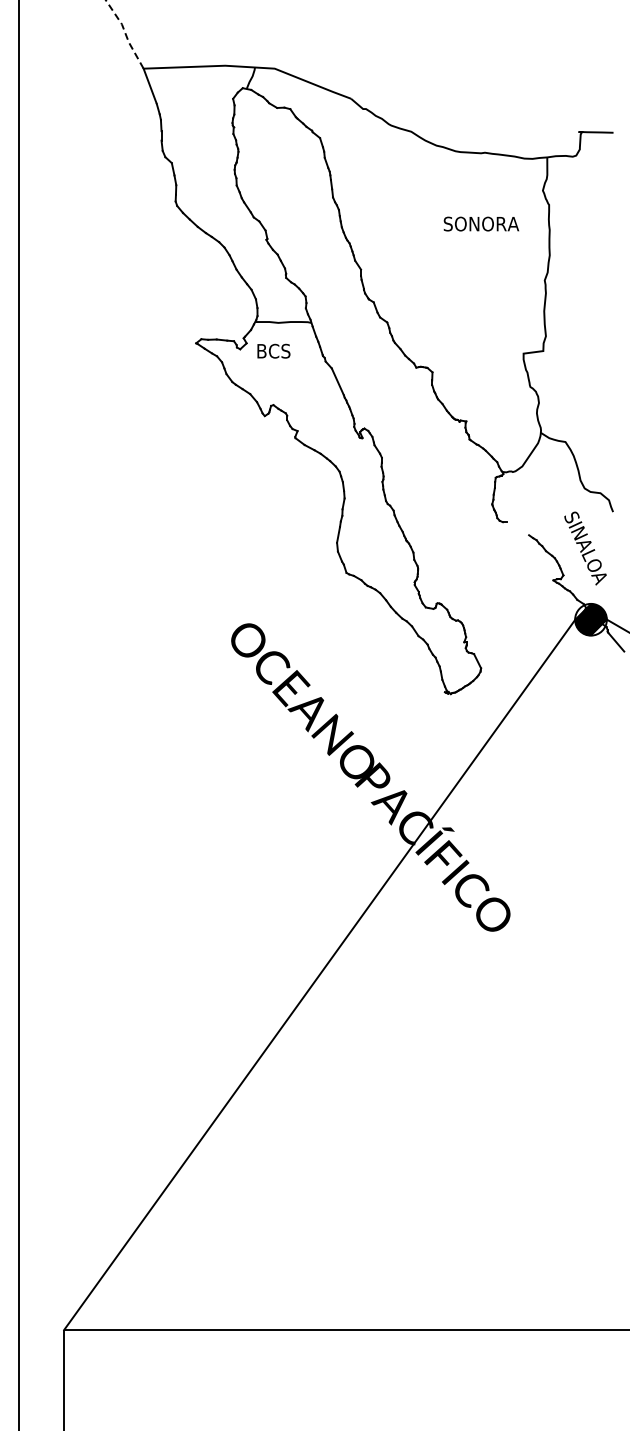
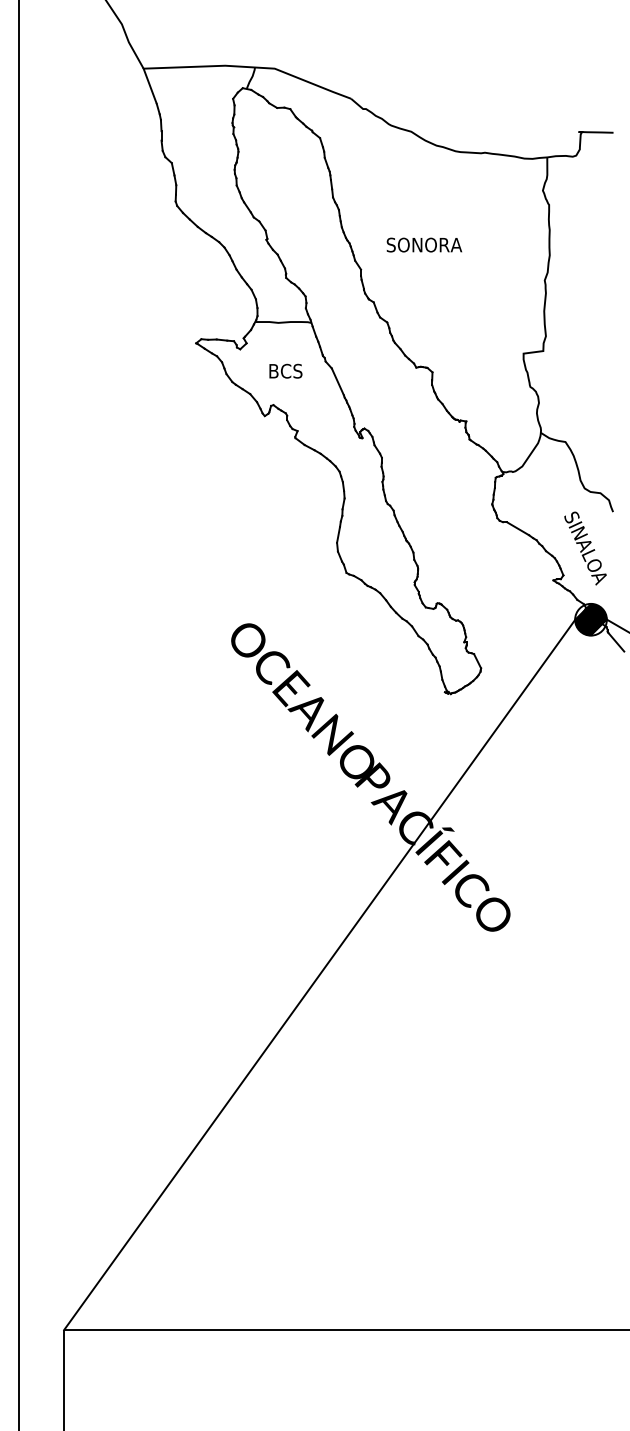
line at (125, 34): dashed -> solid
text at (481, 223) position: (481, 223) -> (424, 244)
text at (273, 350) position: (273, 350) -> (285, 370)
line at (517, 528): none -> present
